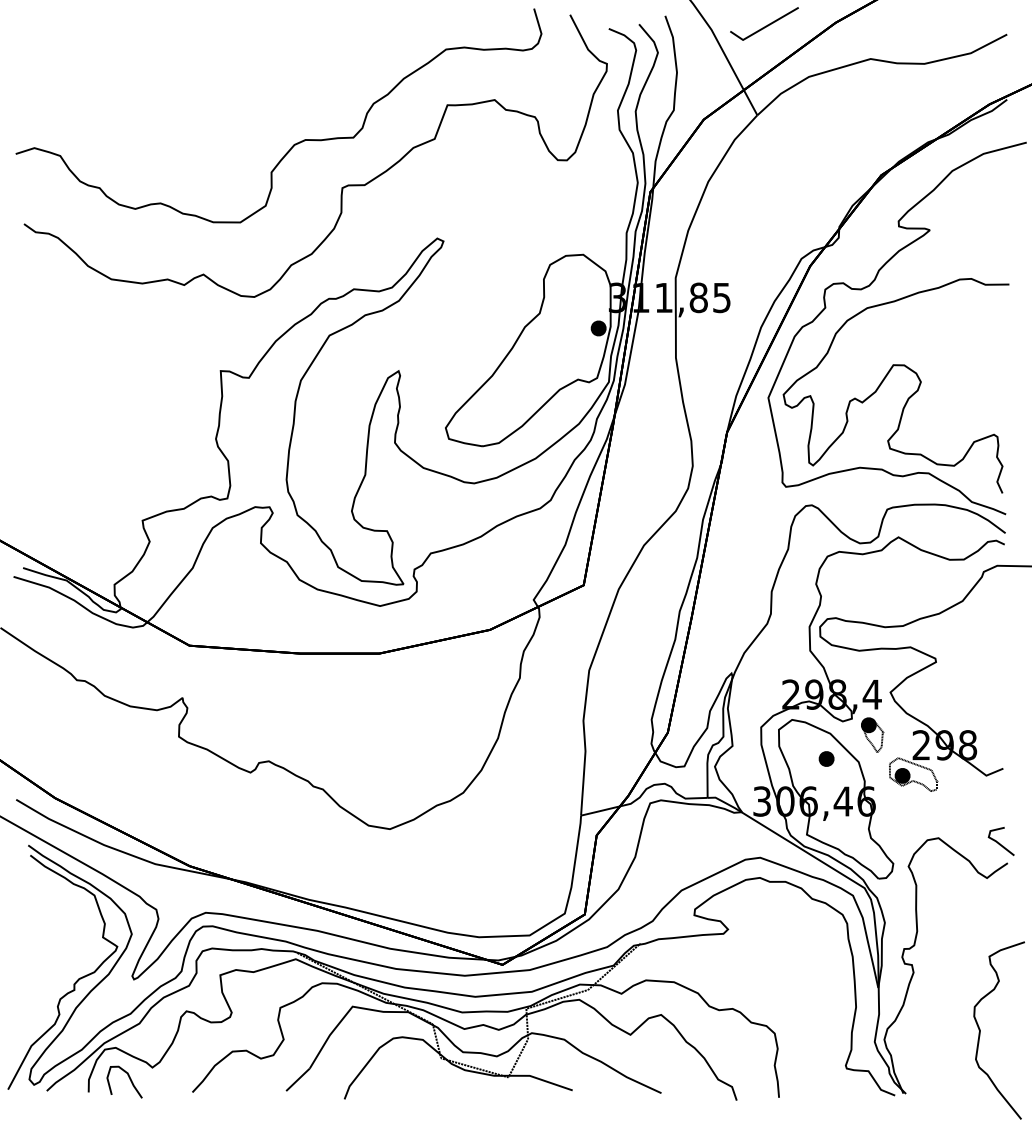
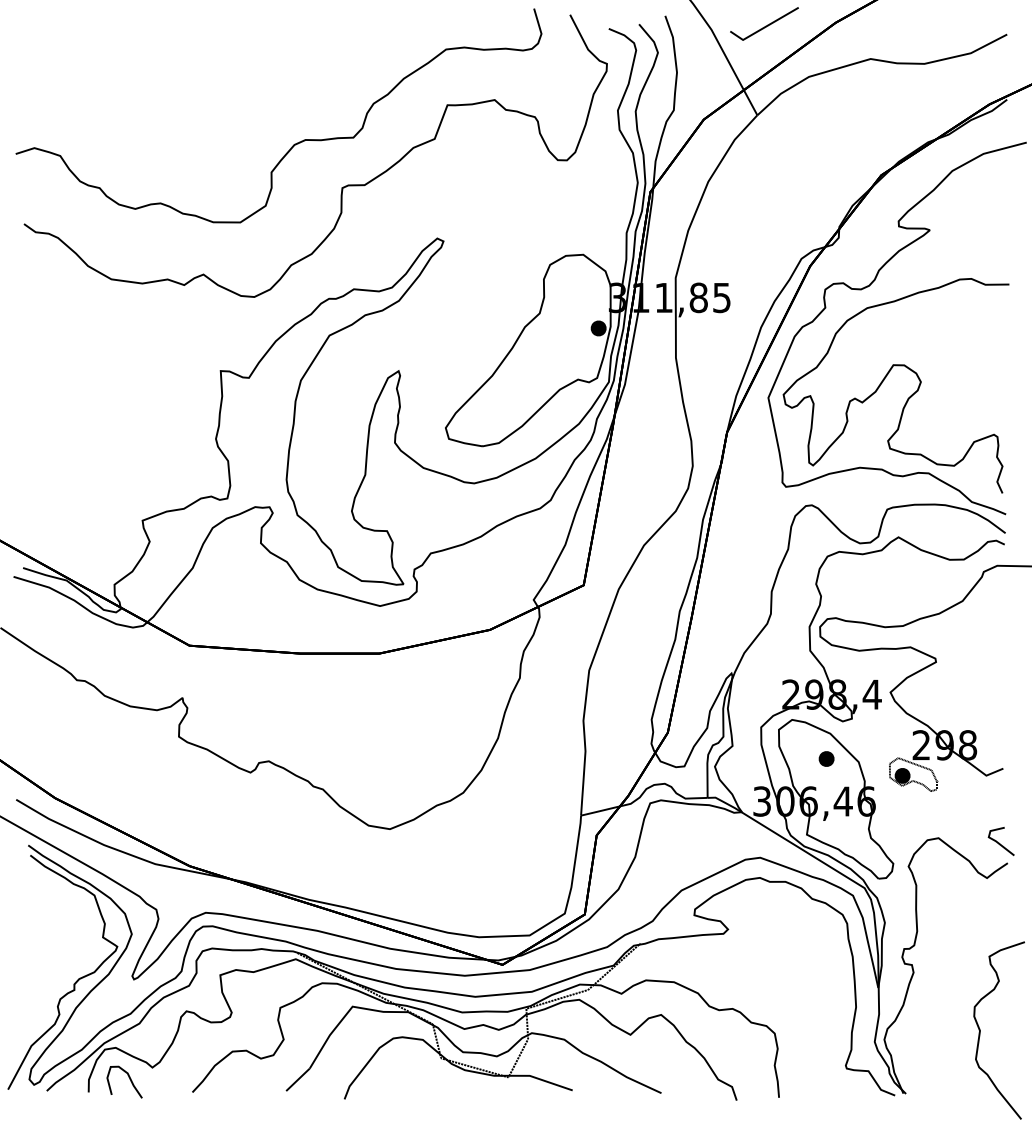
part at (872, 734): present -> none
